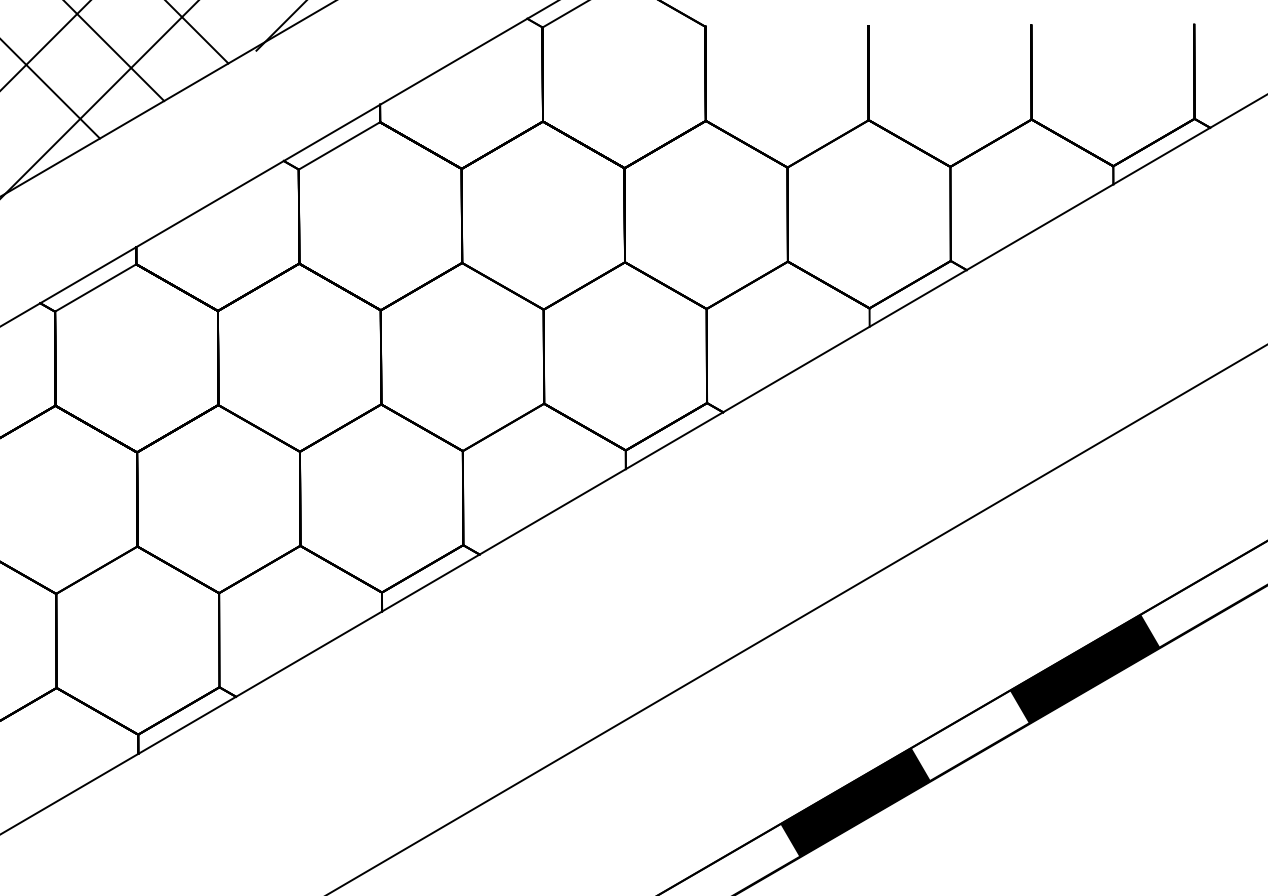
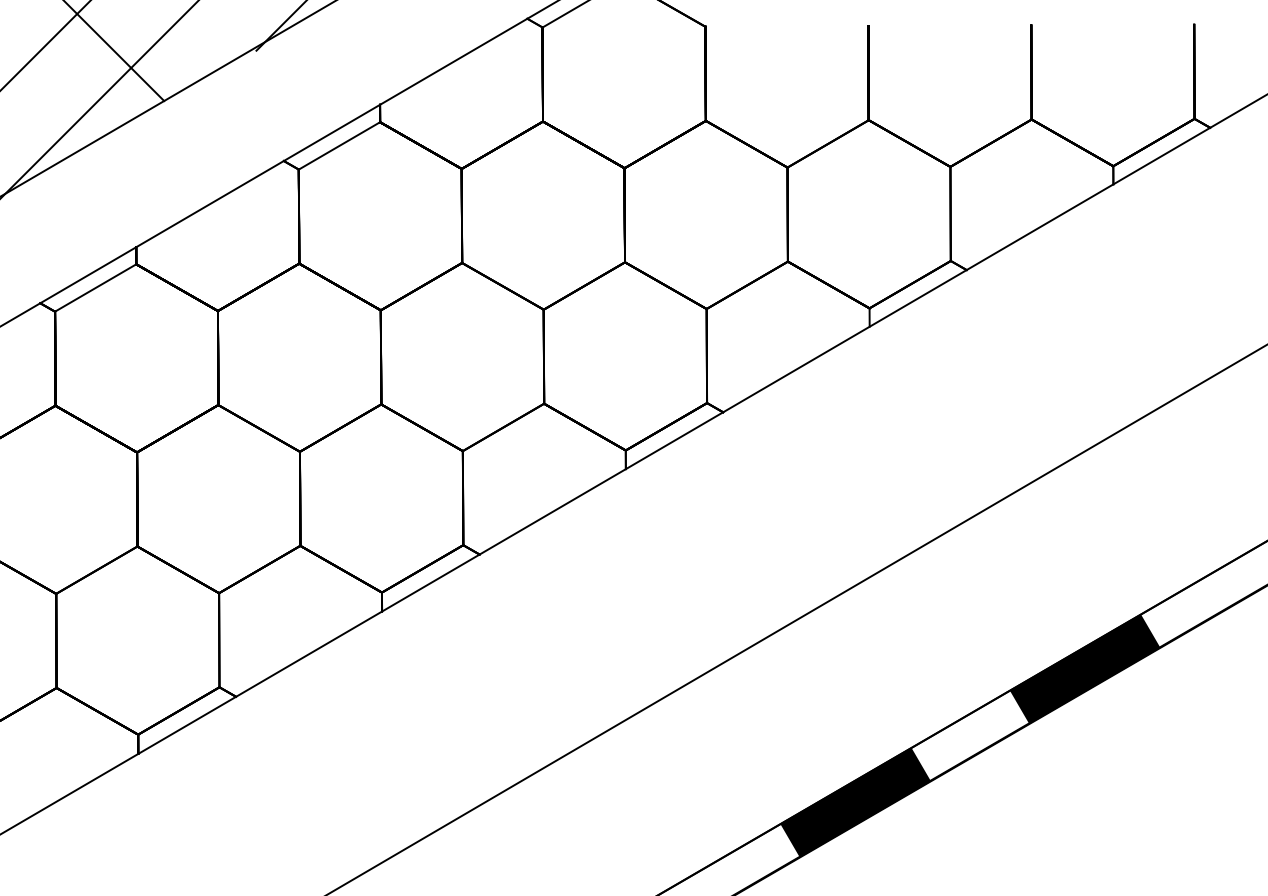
line at (197, 32): present -> none
line at (50, 89): present -> none
